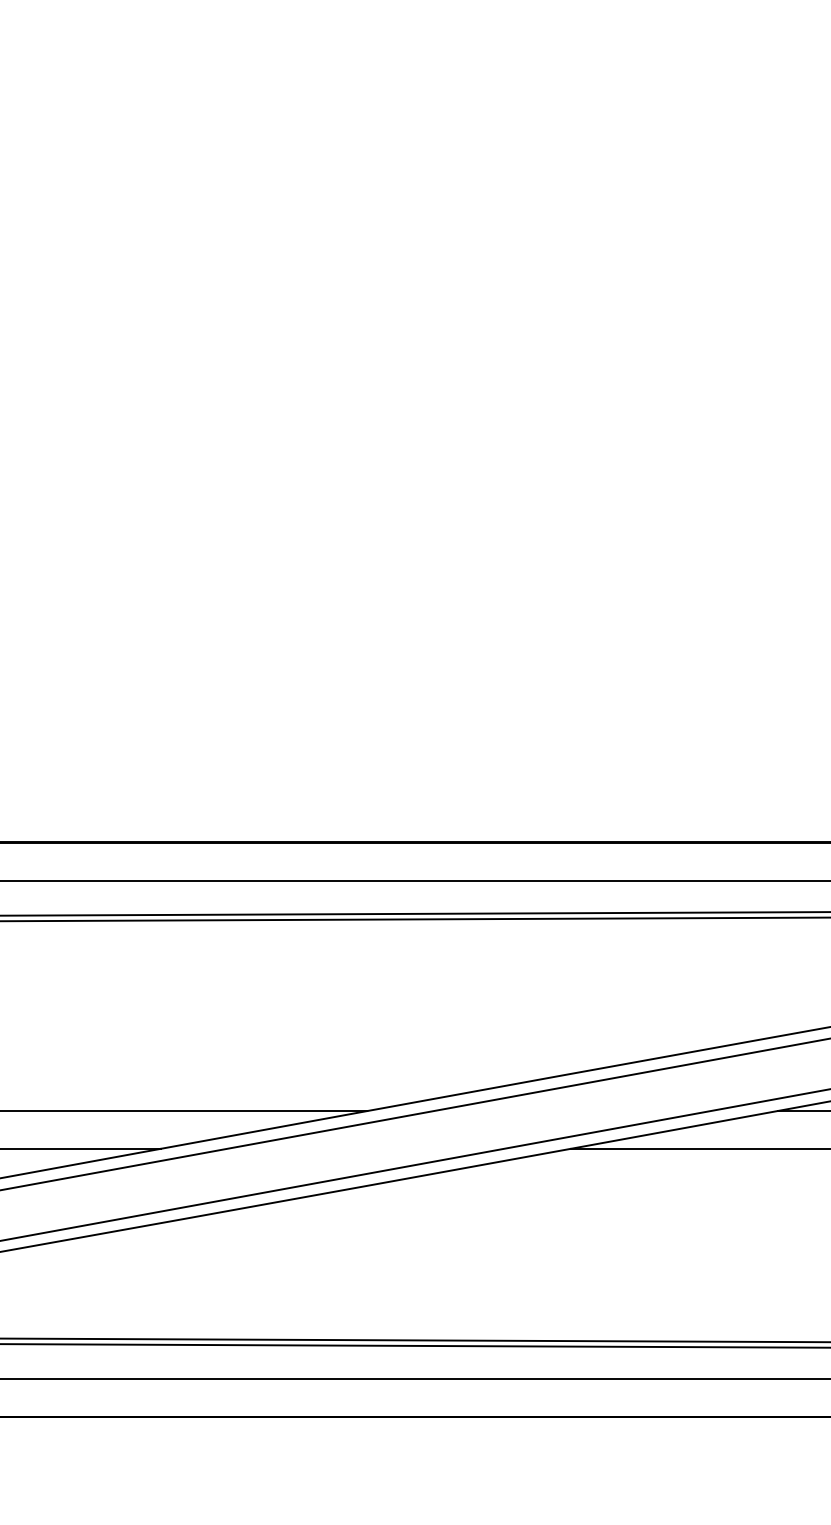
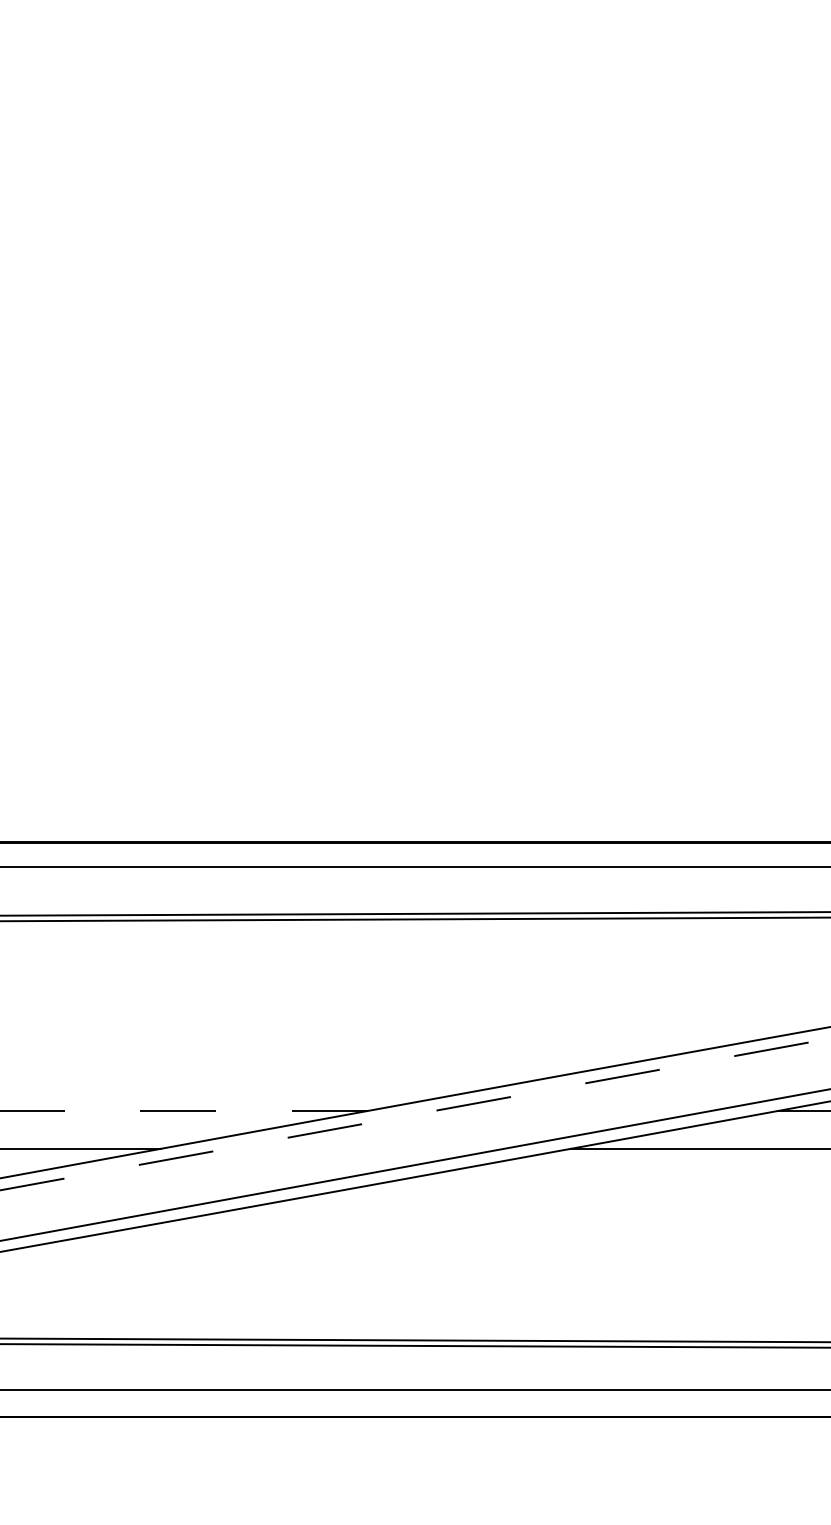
line at (414, 880) position: (414, 880) -> (414, 866)
line at (183, 1111): solid -> dashed
line at (415, 1114): solid -> dashed
line at (414, 1379) position: (414, 1379) -> (414, 1390)
